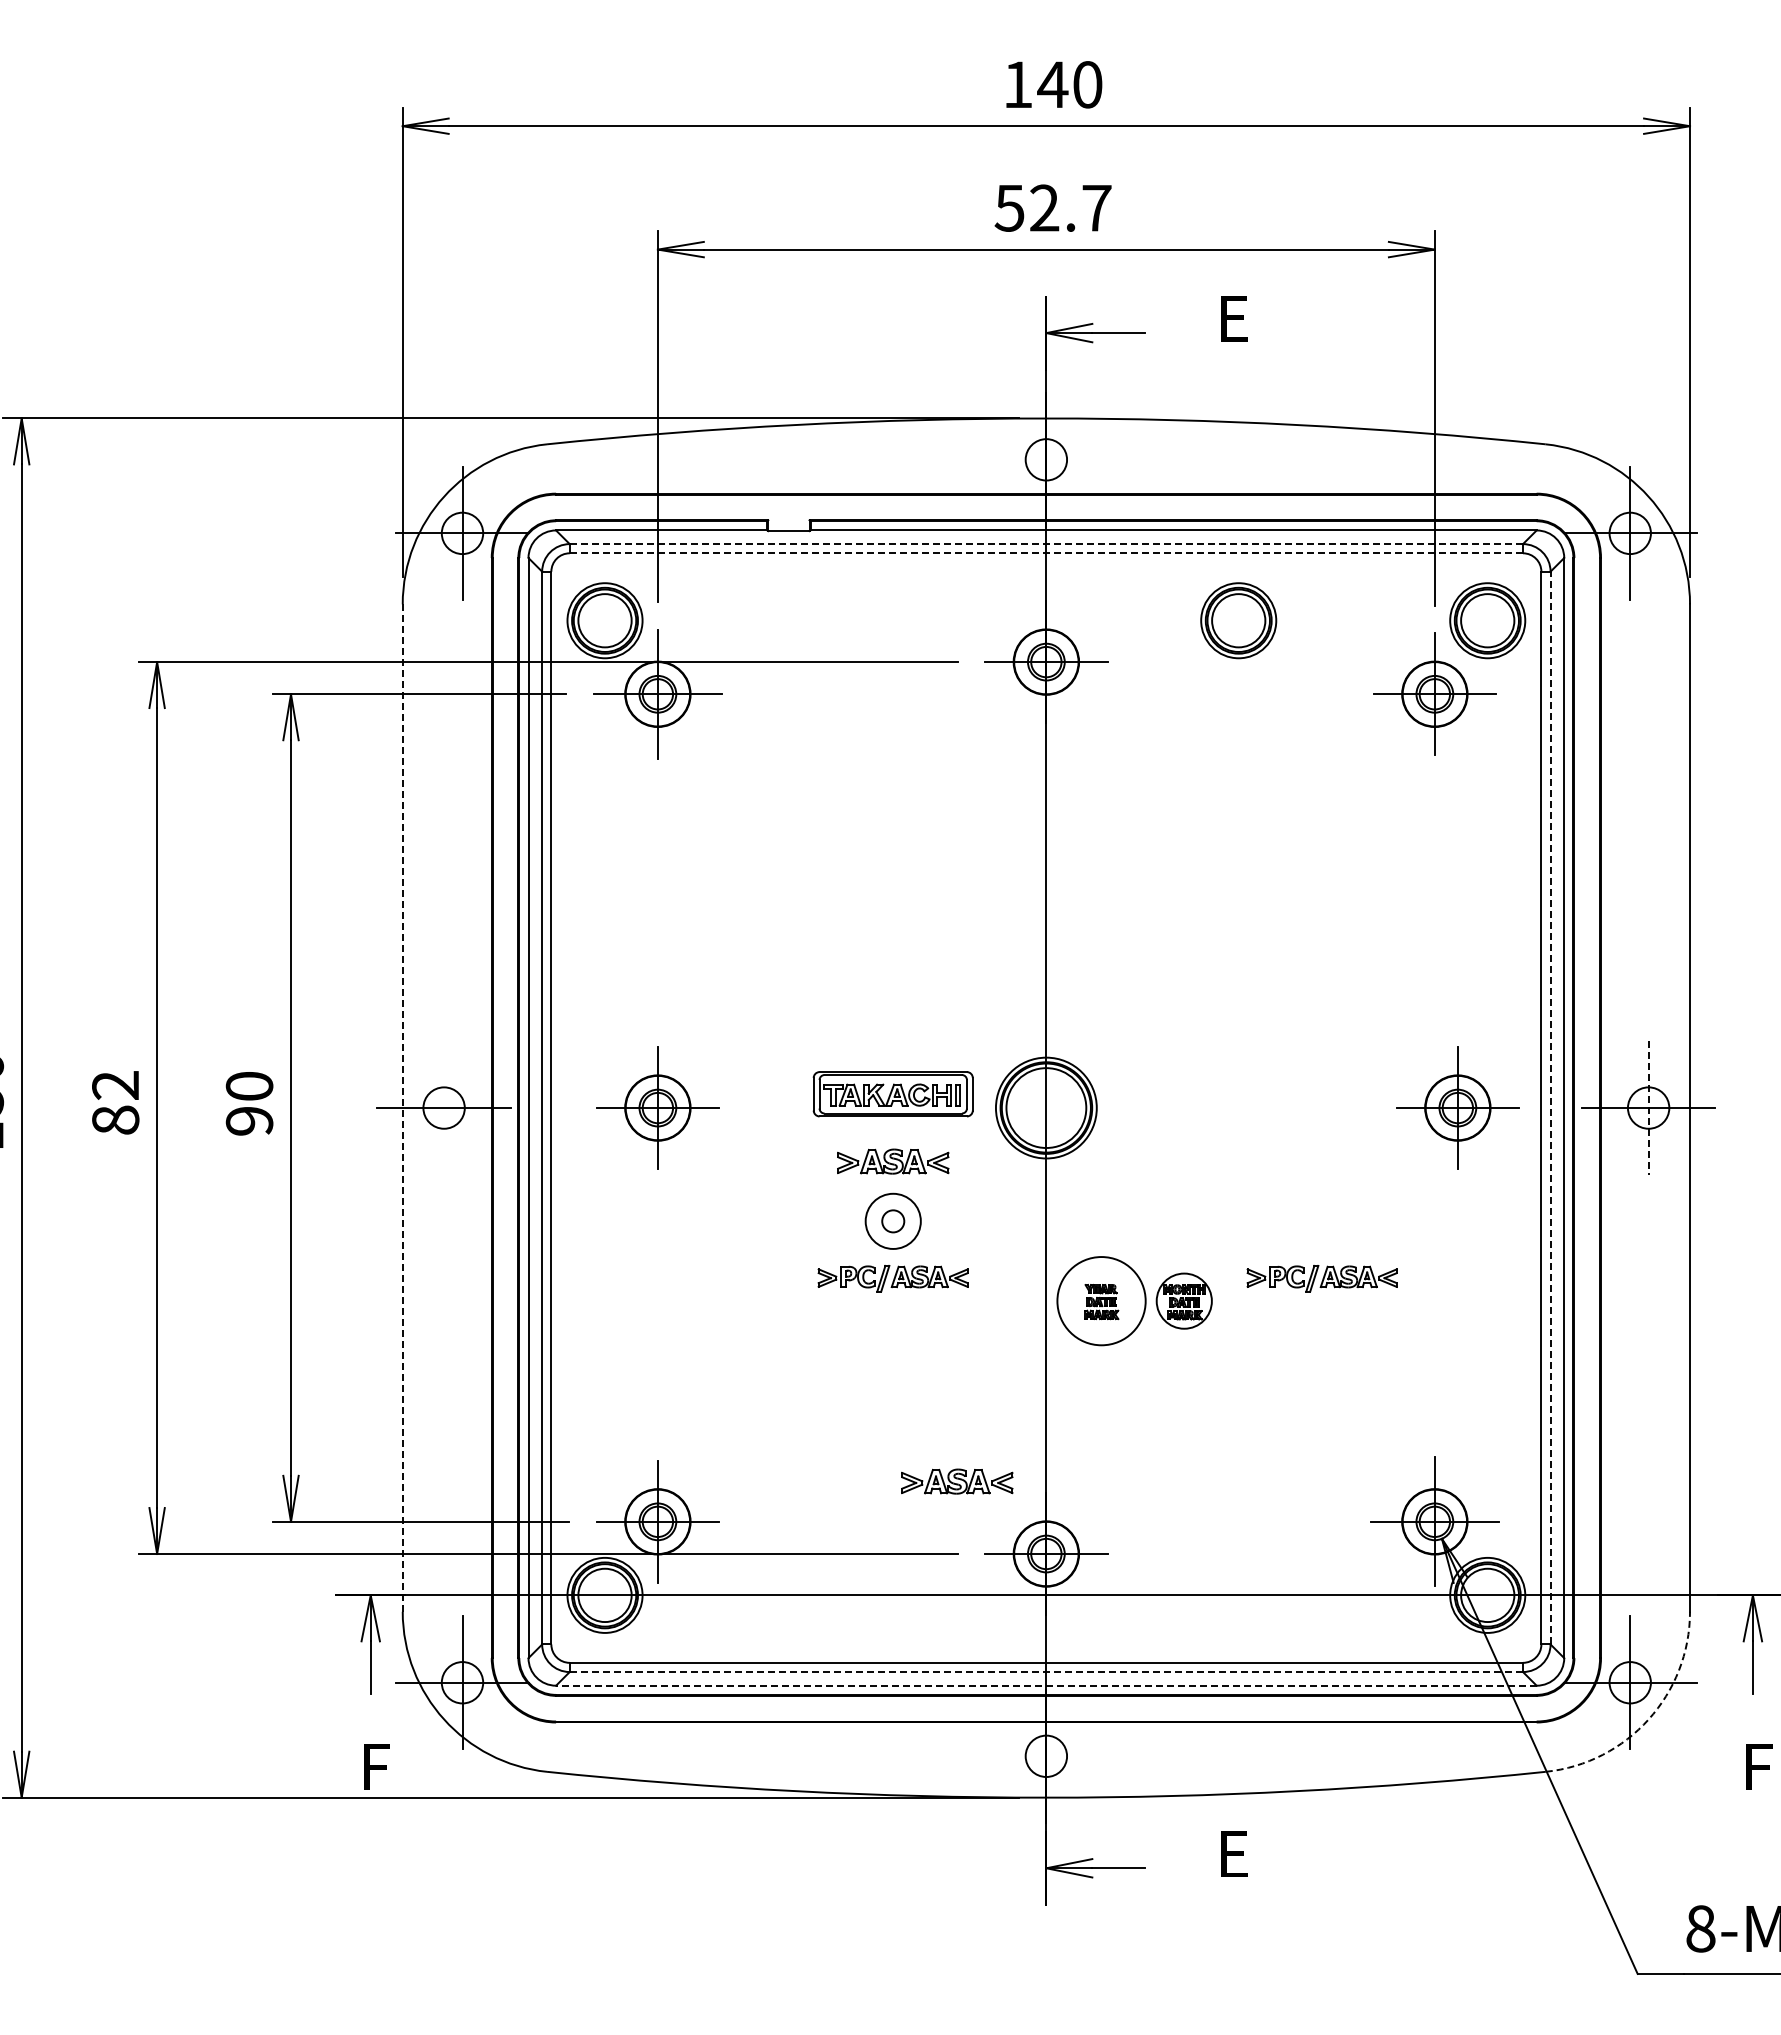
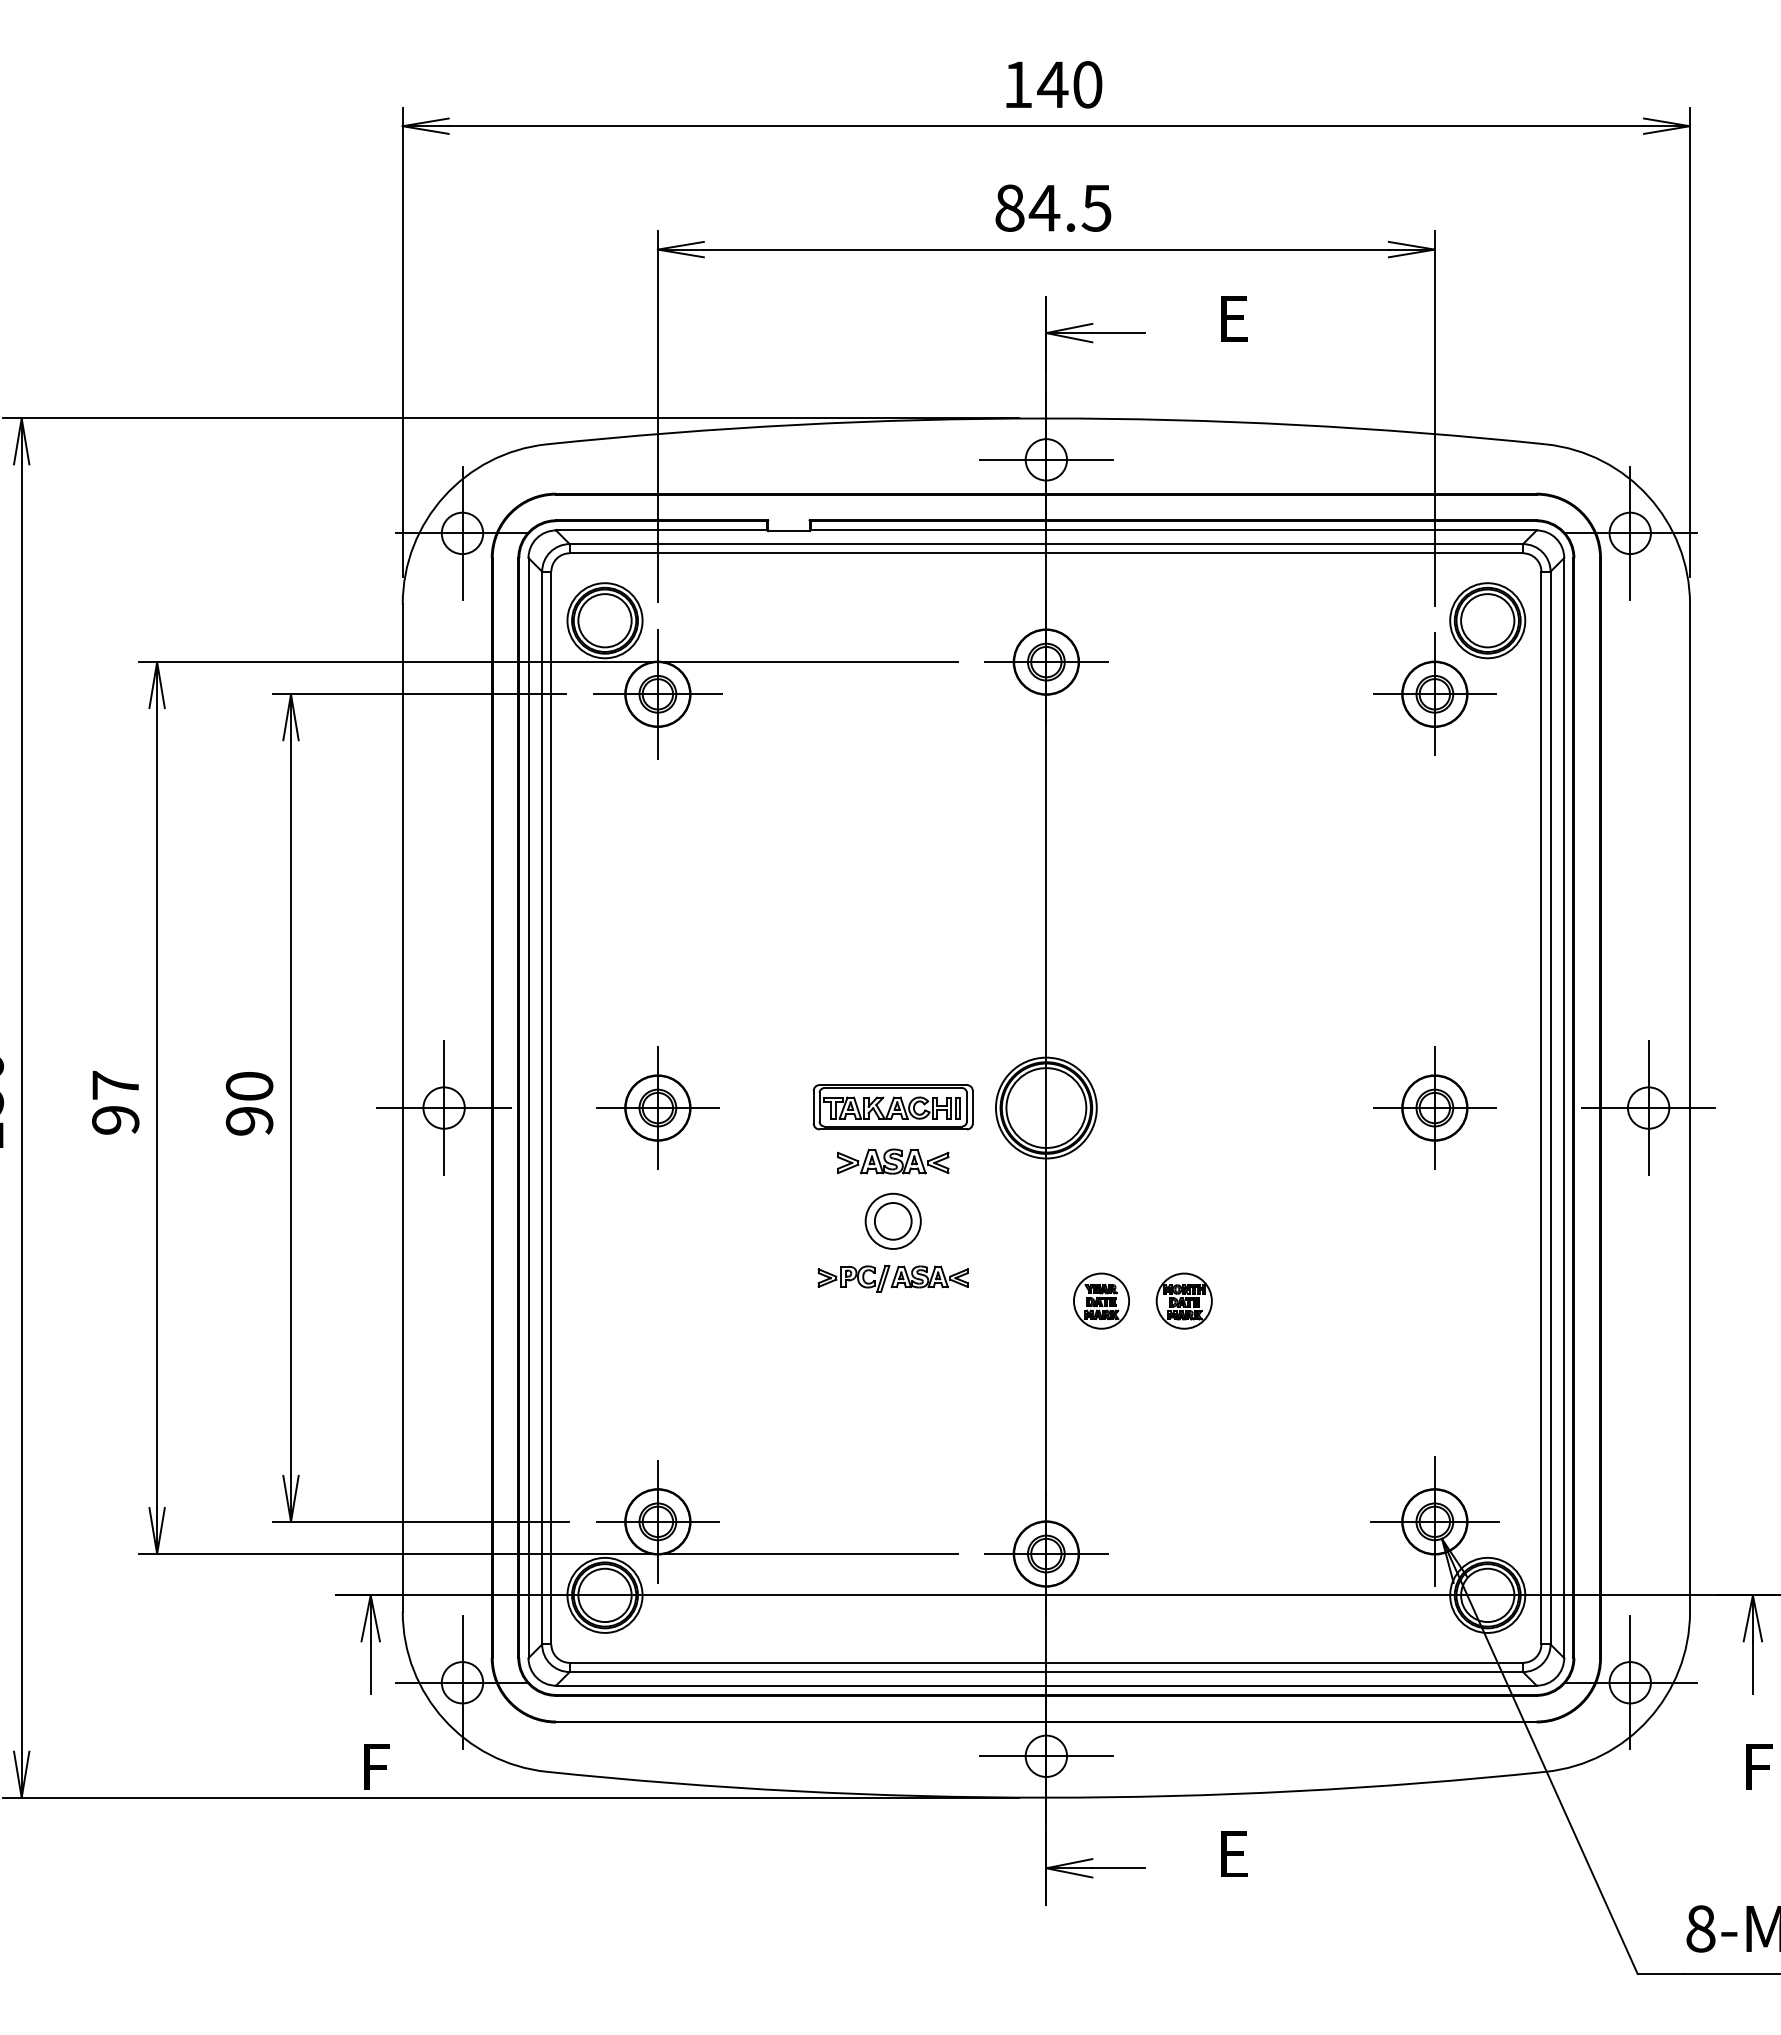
text at (1052, 207): 52.7 -> 84.5
line at (1046, 459): none -> present
line at (1046, 544): dashed -> solid
line at (1046, 553): dashed -> solid
part at (1238, 620): present -> none
part at (892, 1094) position: (892, 1094) -> (892, 1107)
text at (115, 1102): 82 -> 97
line at (444, 1107): none -> present
part at (1457, 1107) position: (1457, 1107) -> (1434, 1107)
line at (1550, 1107): dashed -> solid
line at (402, 1108): dashed -> solid
line at (1648, 1108): dashed -> solid
circle at (893, 1221) diameter: 22 px -> 37 px
part at (1321, 1278): present -> none
circle at (1101, 1301) diameter: 88 px -> 55 px
part at (957, 1481): present -> none
line at (1046, 1672): dashed -> solid
line at (1045, 1685): dashed -> solid
arc at (1648, 1719): dashed -> solid
line at (1046, 1756): none -> present
